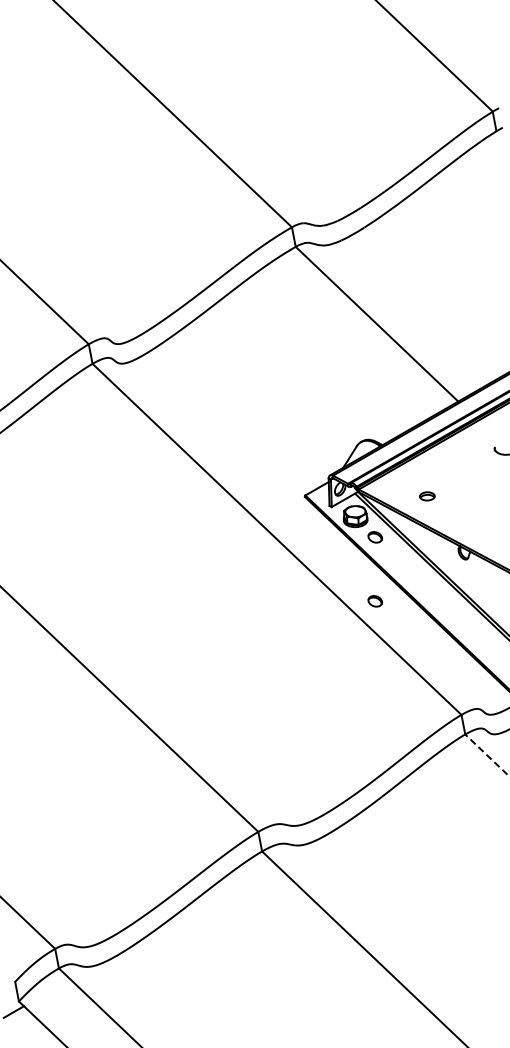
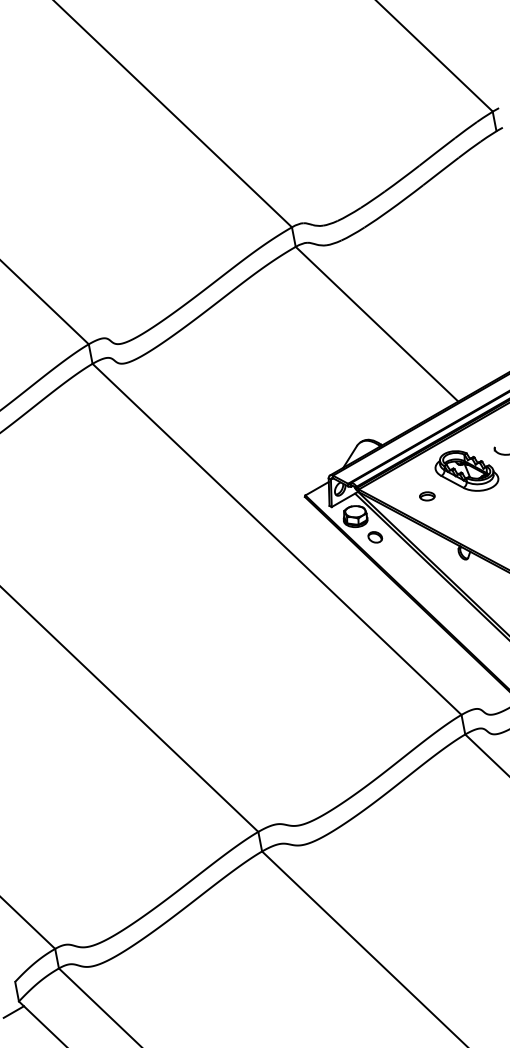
part at (466, 470): none -> present
part at (375, 601): present -> none
line at (486, 755): dashed -> solid
